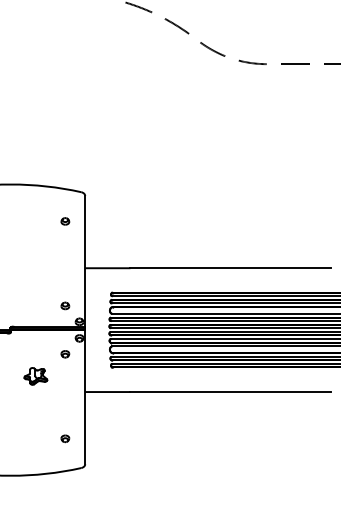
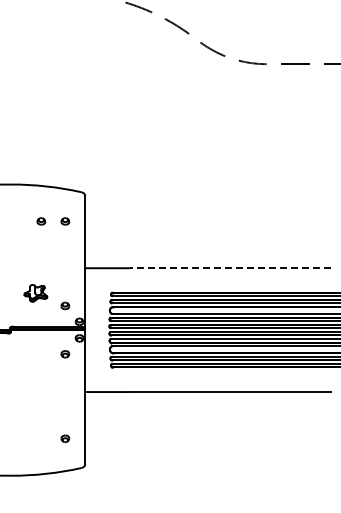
part at (41, 221): none -> present
line at (229, 268): solid -> dashed
part at (35, 376) position: (35, 376) -> (35, 293)
